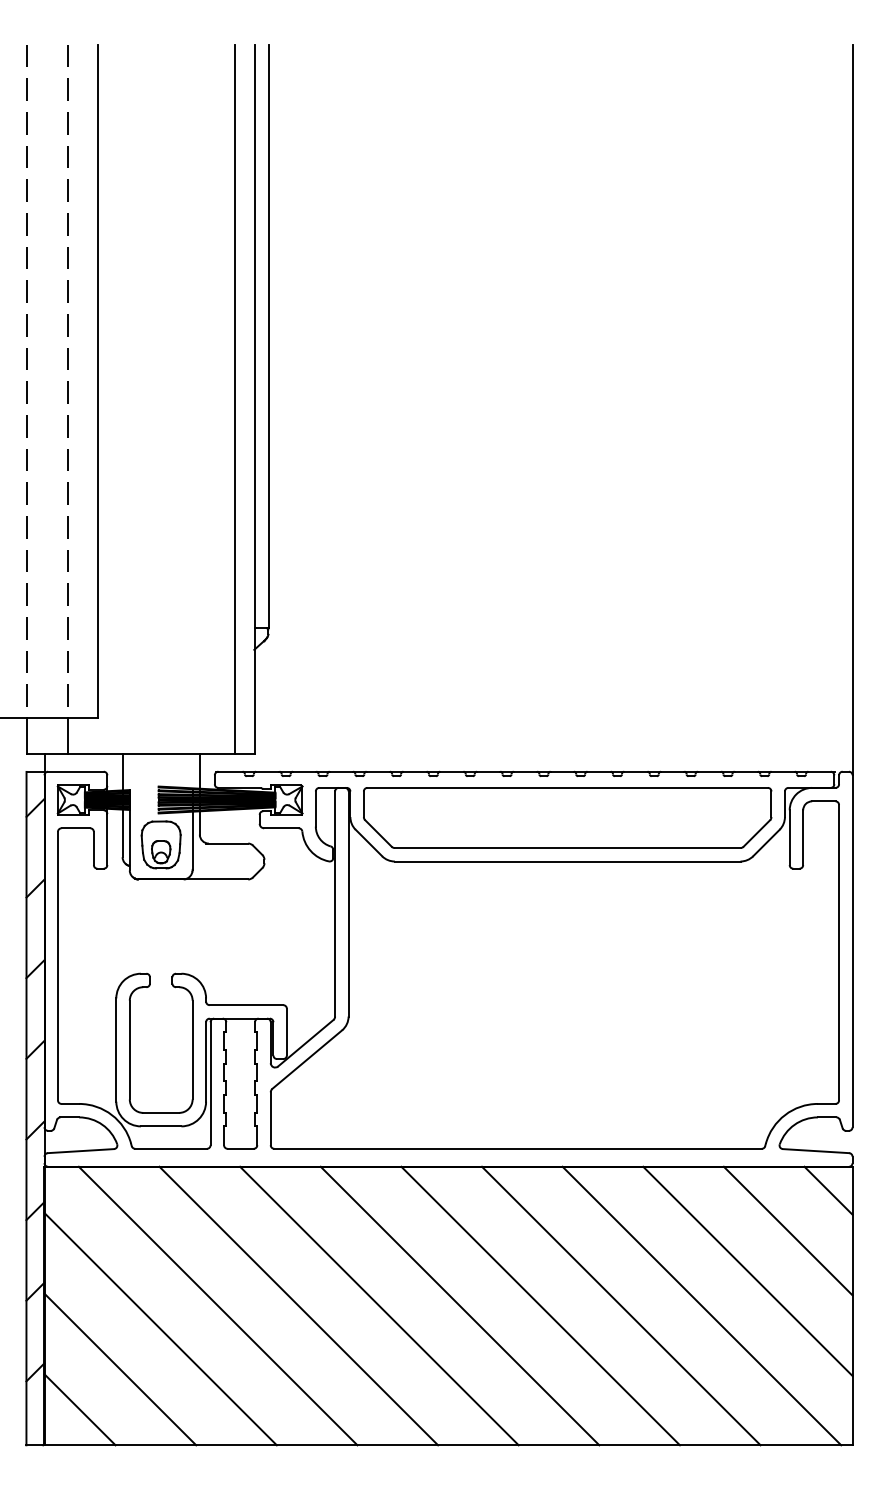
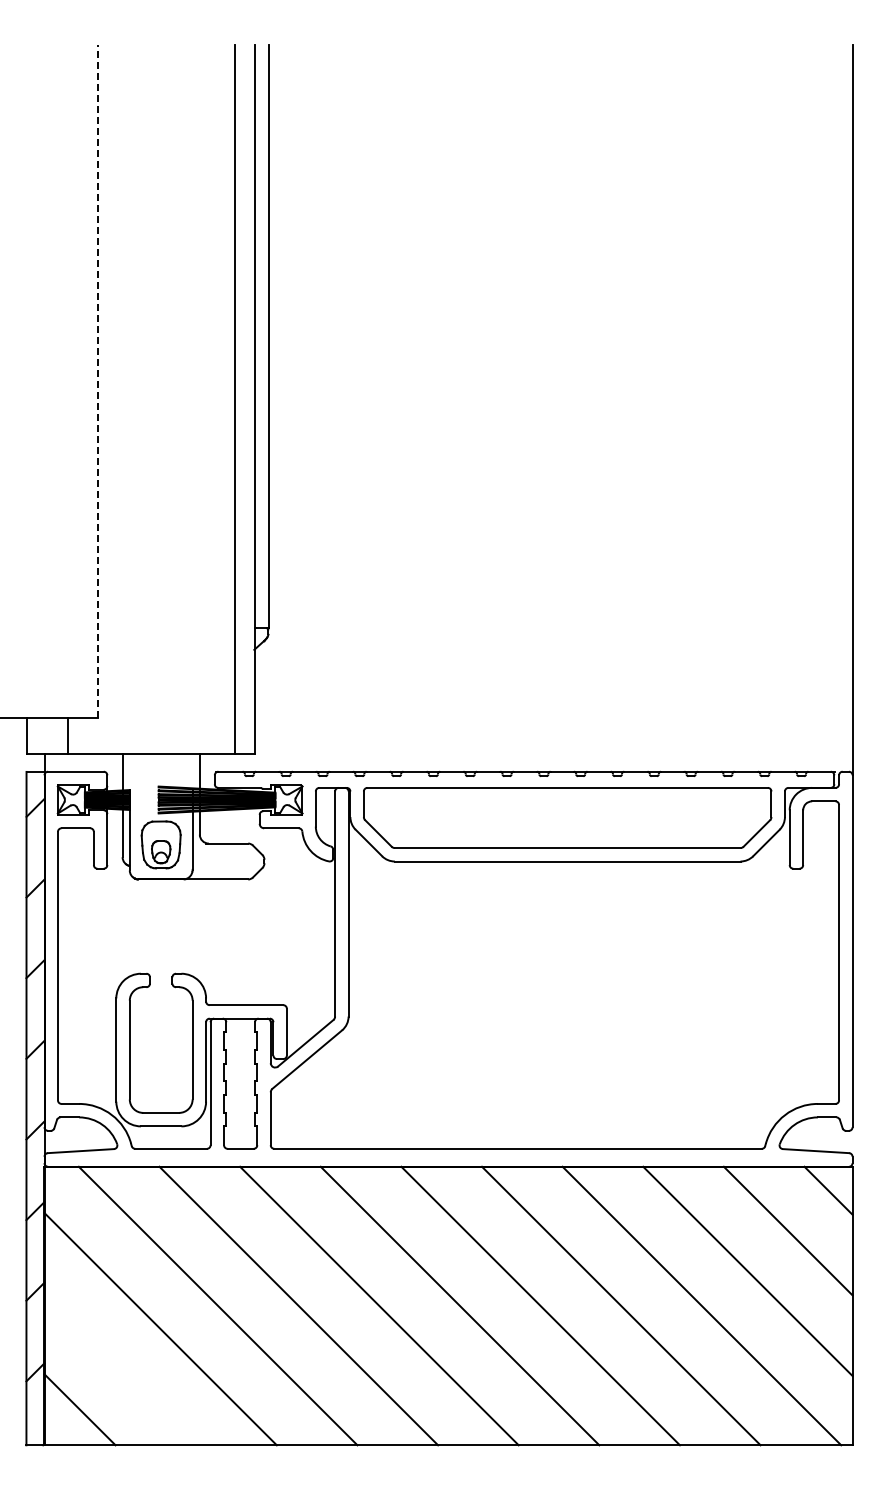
line at (26, 369): present -> none
line at (67, 369): present -> none
line at (98, 381): solid -> dashed
line at (120, 1369): present -> none
